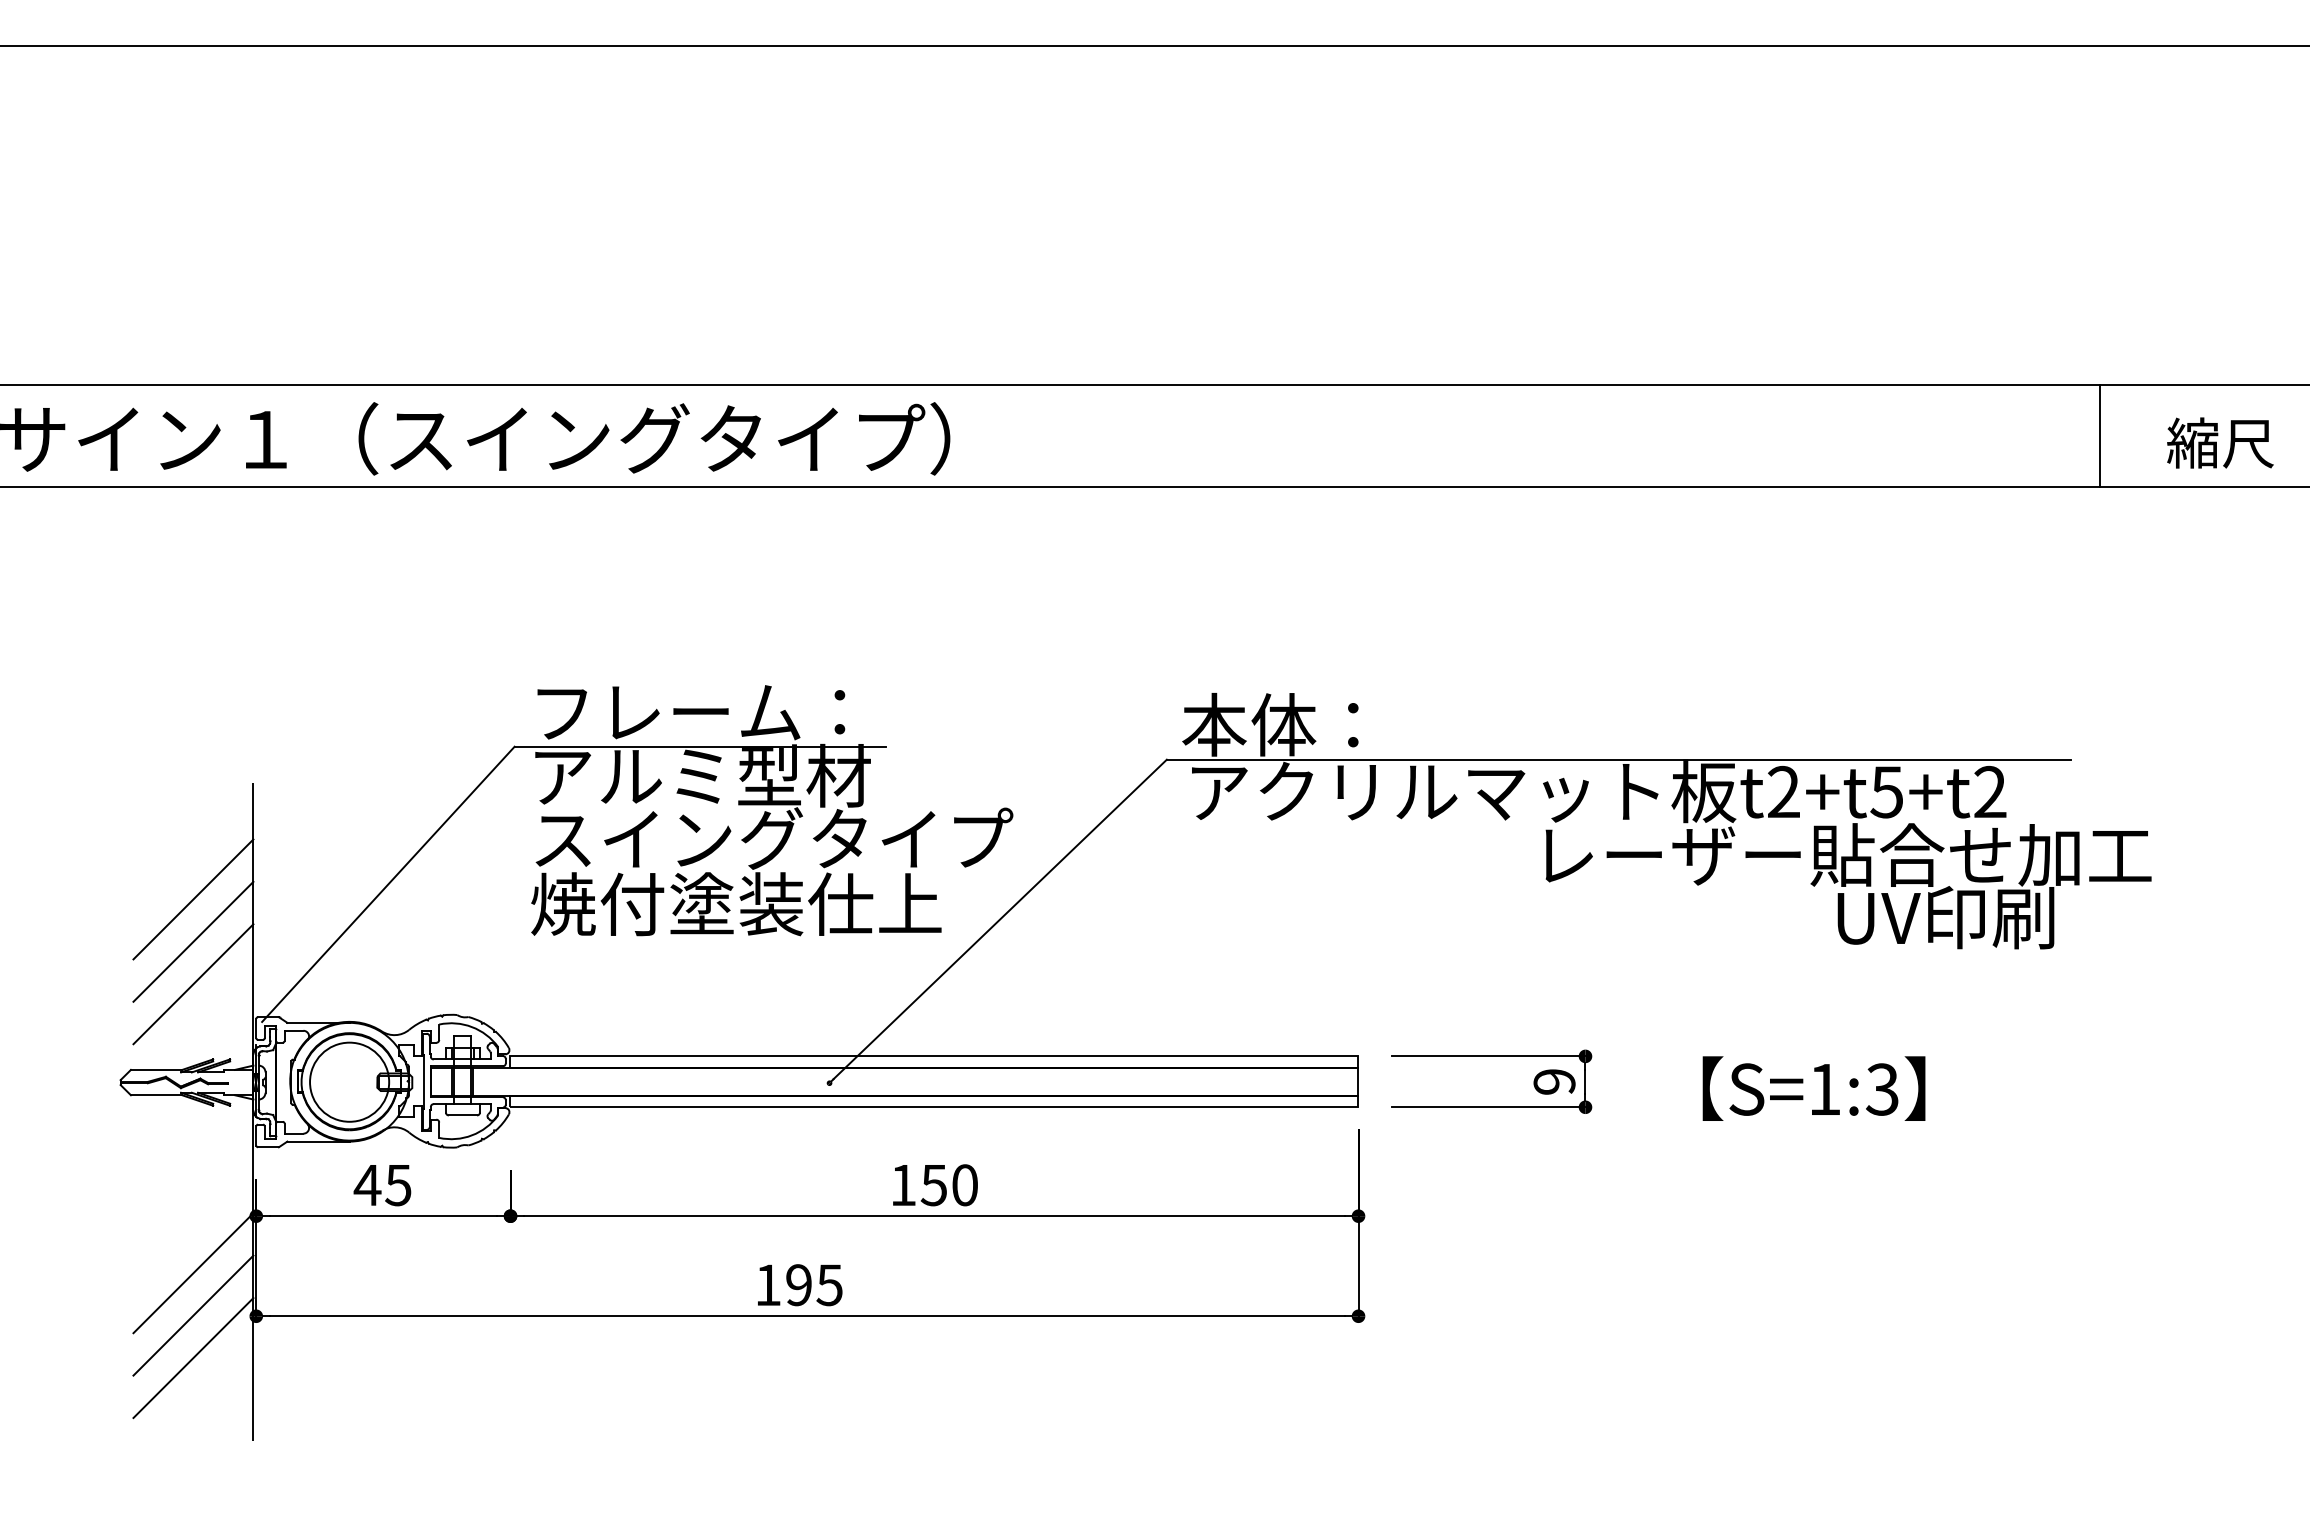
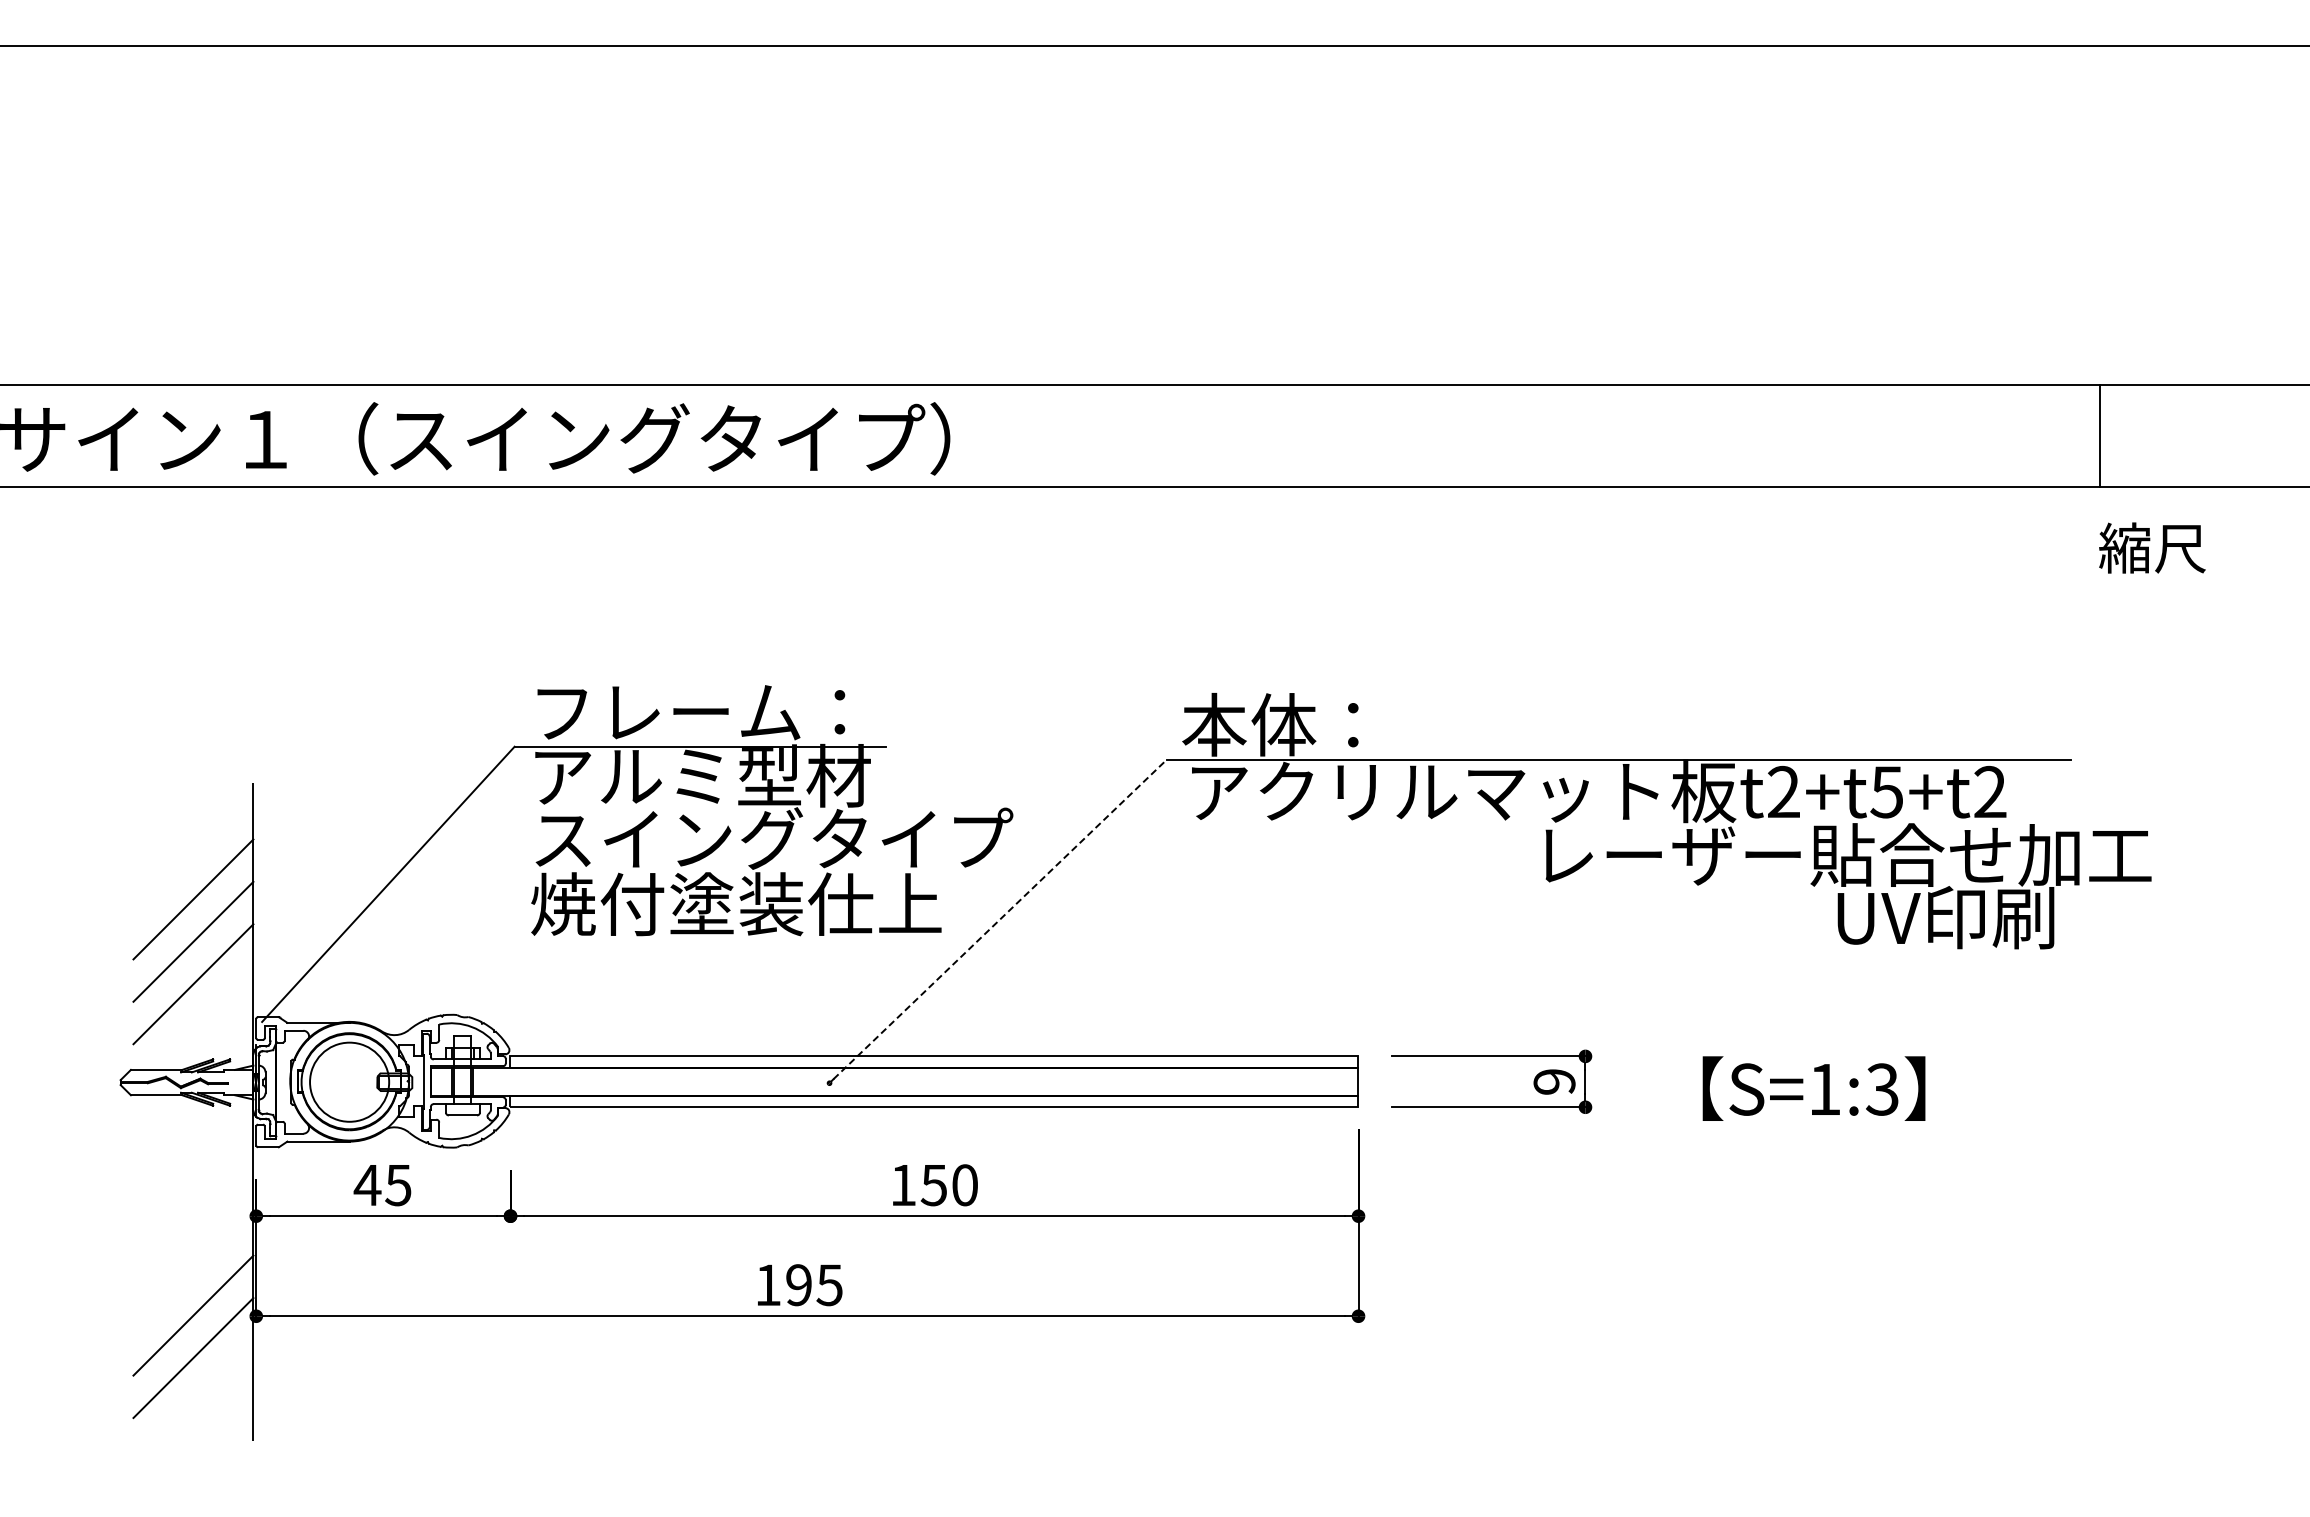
text at (2220, 442) position: (2220, 442) -> (2152, 547)
line at (1000, 919): solid -> dashed
line at (193, 1273): present -> none
